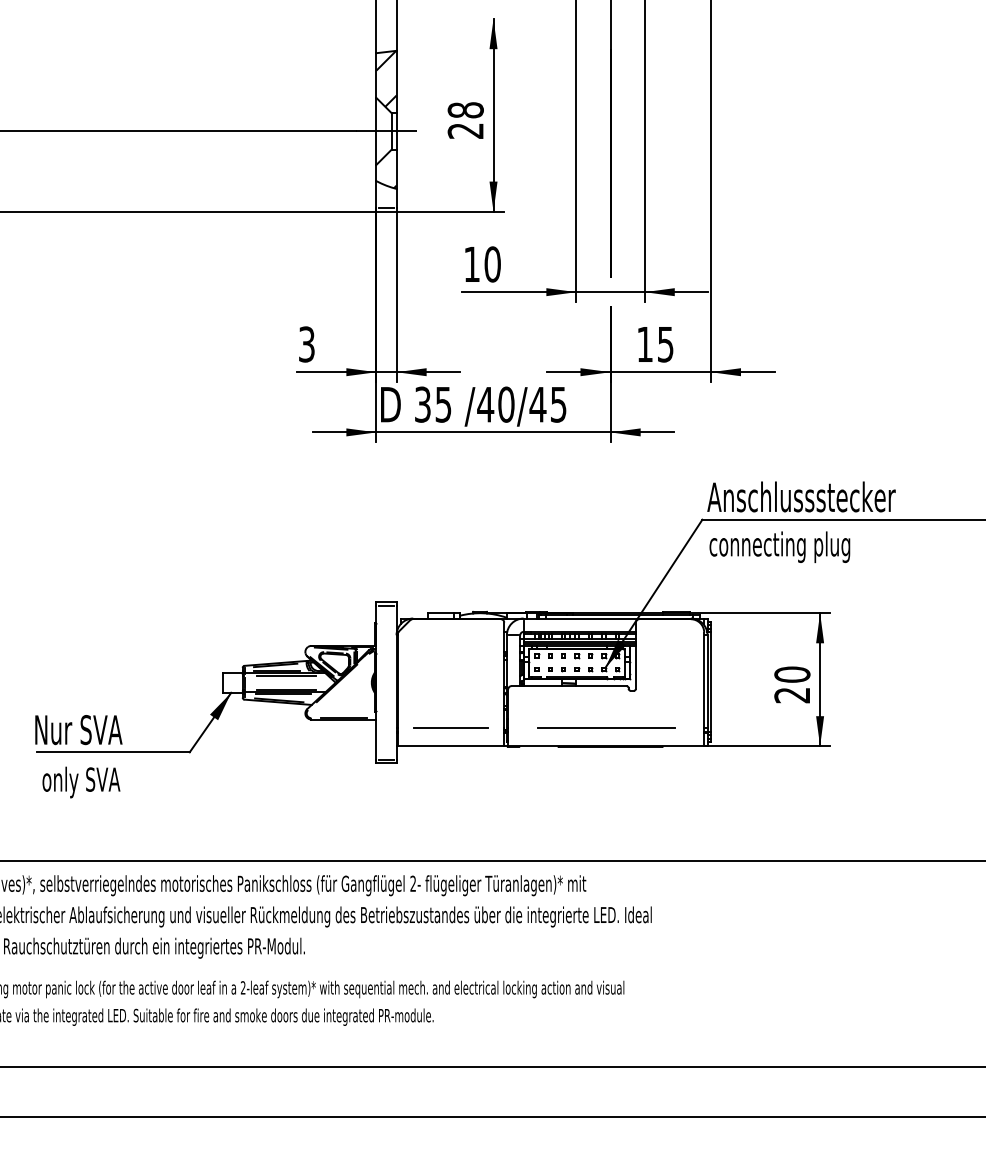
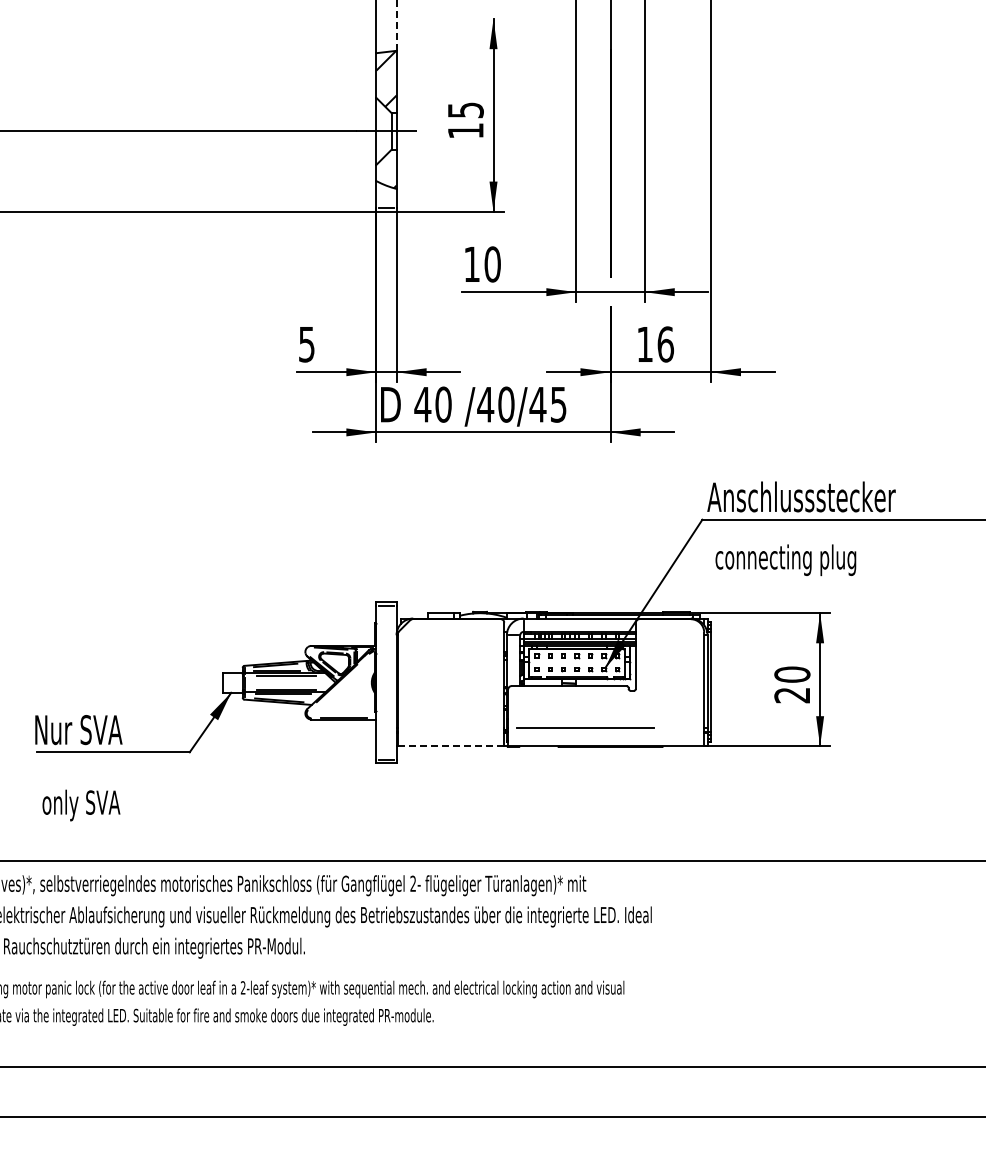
line at (396, 25): solid -> dashed
text at (465, 120): 28 -> 15
text at (306, 343): 3 -> 5
text at (665, 344): 15 -> 16
text at (432, 404): 35 -> 40
text at (779, 547) position: (779, 547) -> (785, 560)
line at (450, 727): present -> none
line at (606, 727) position: (606, 727) -> (585, 727)
line at (450, 746): solid -> dashed
text at (81, 782) position: (81, 782) -> (81, 805)
